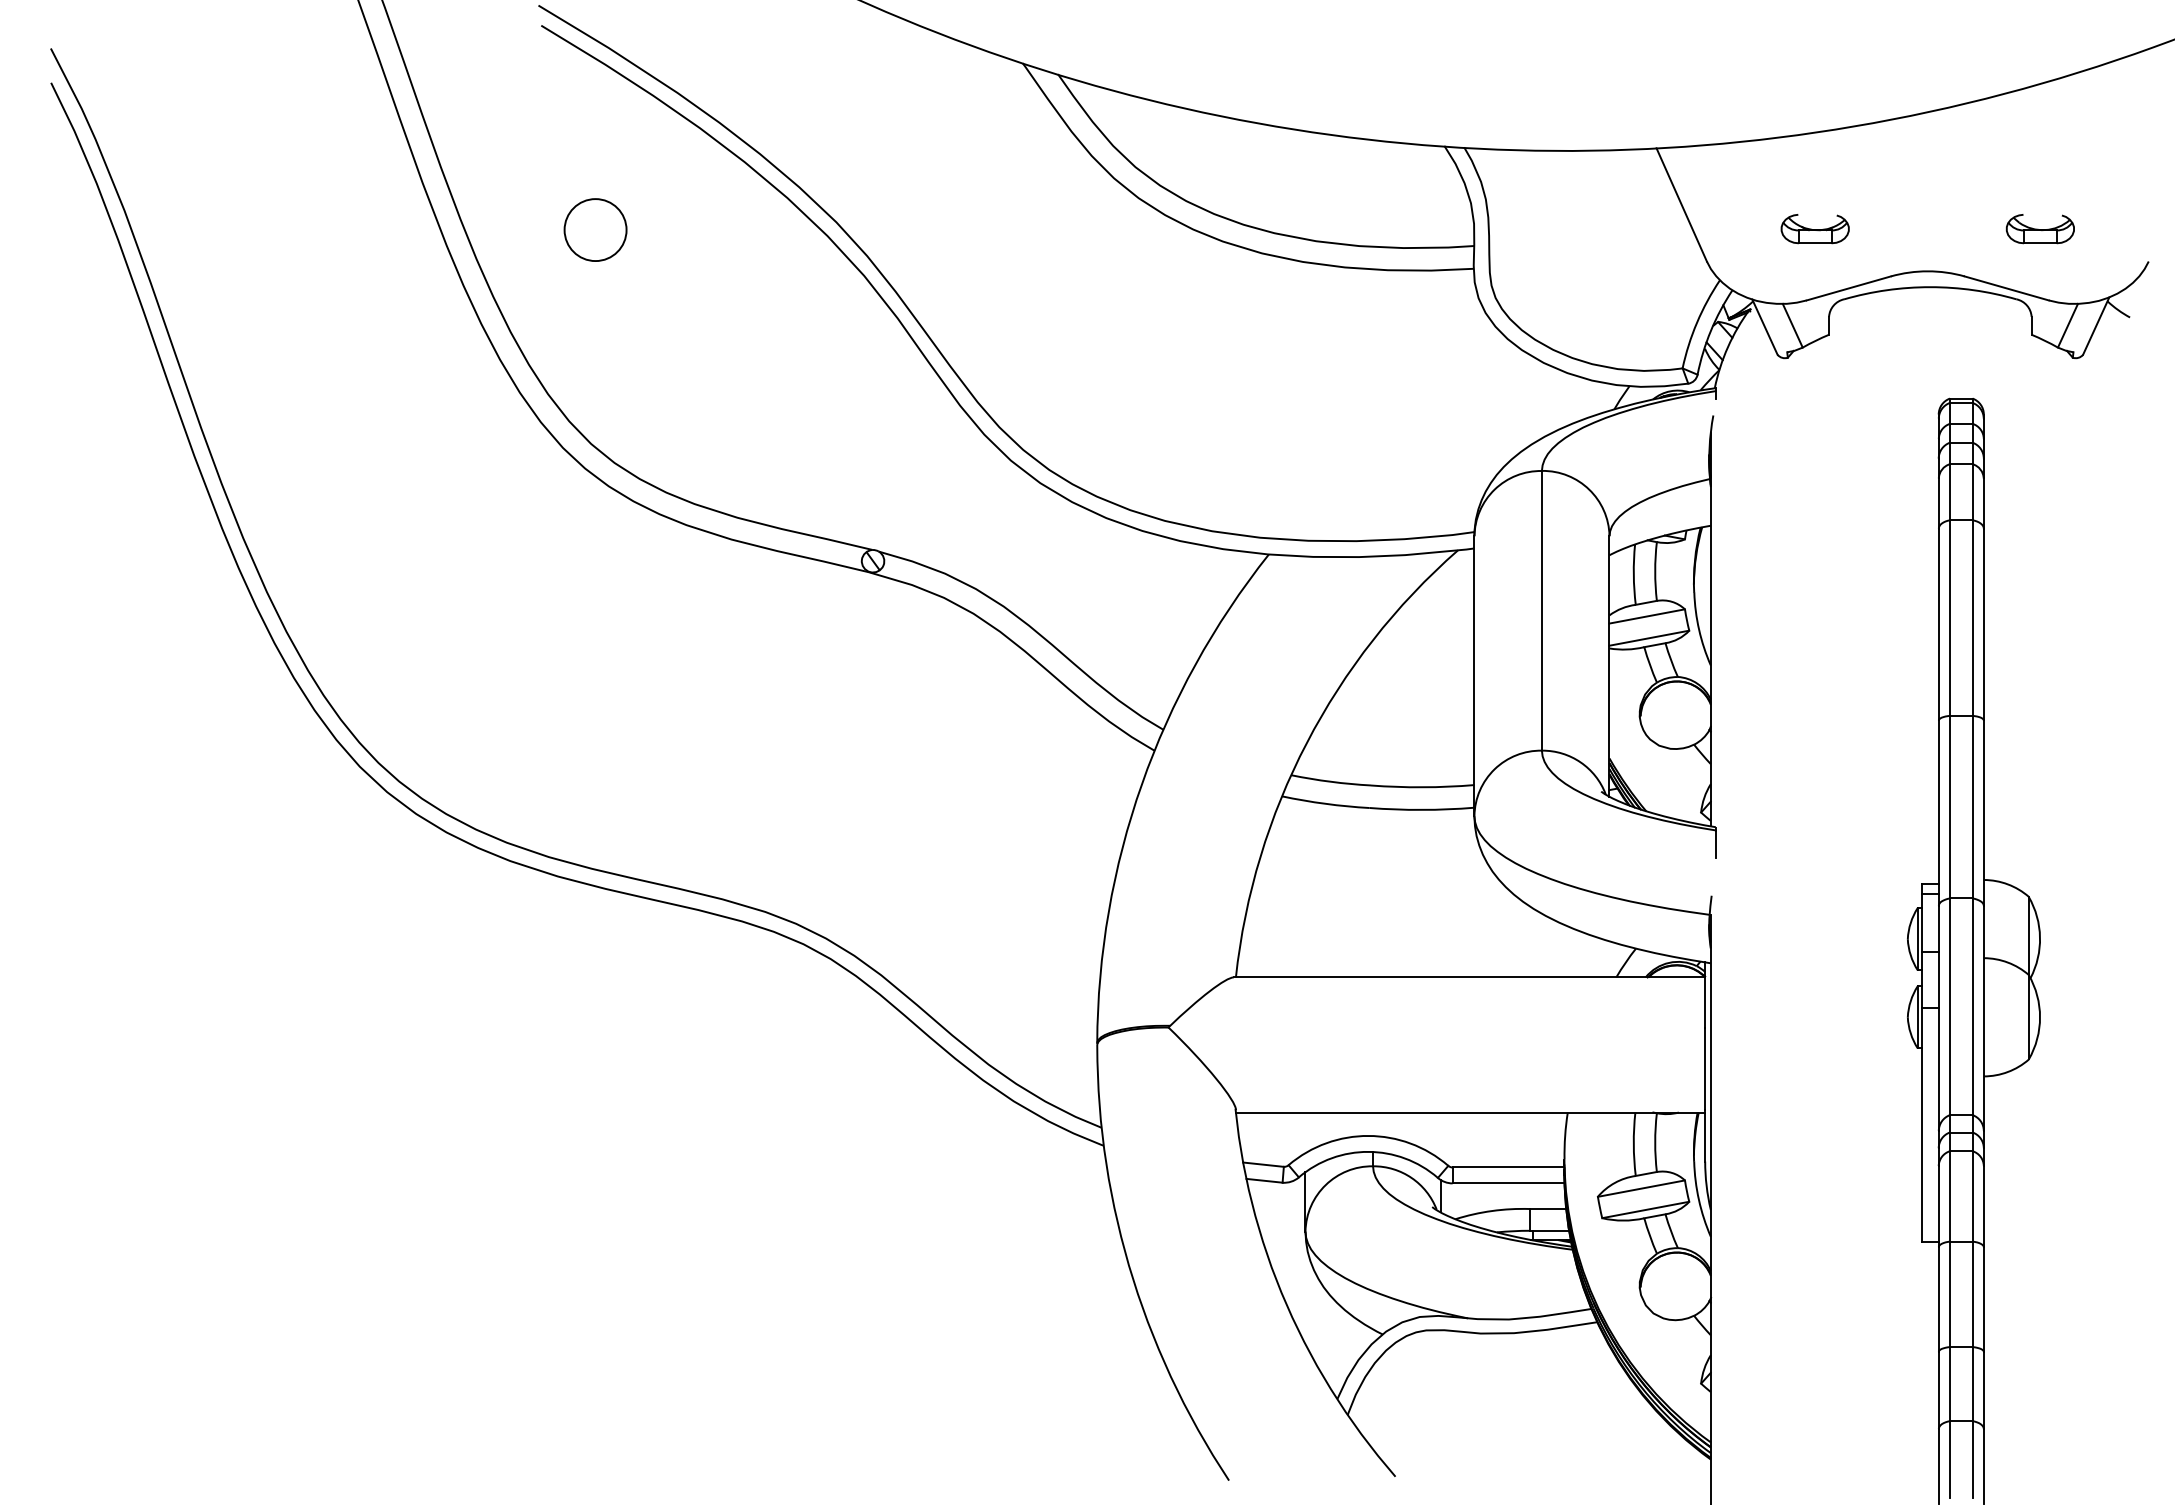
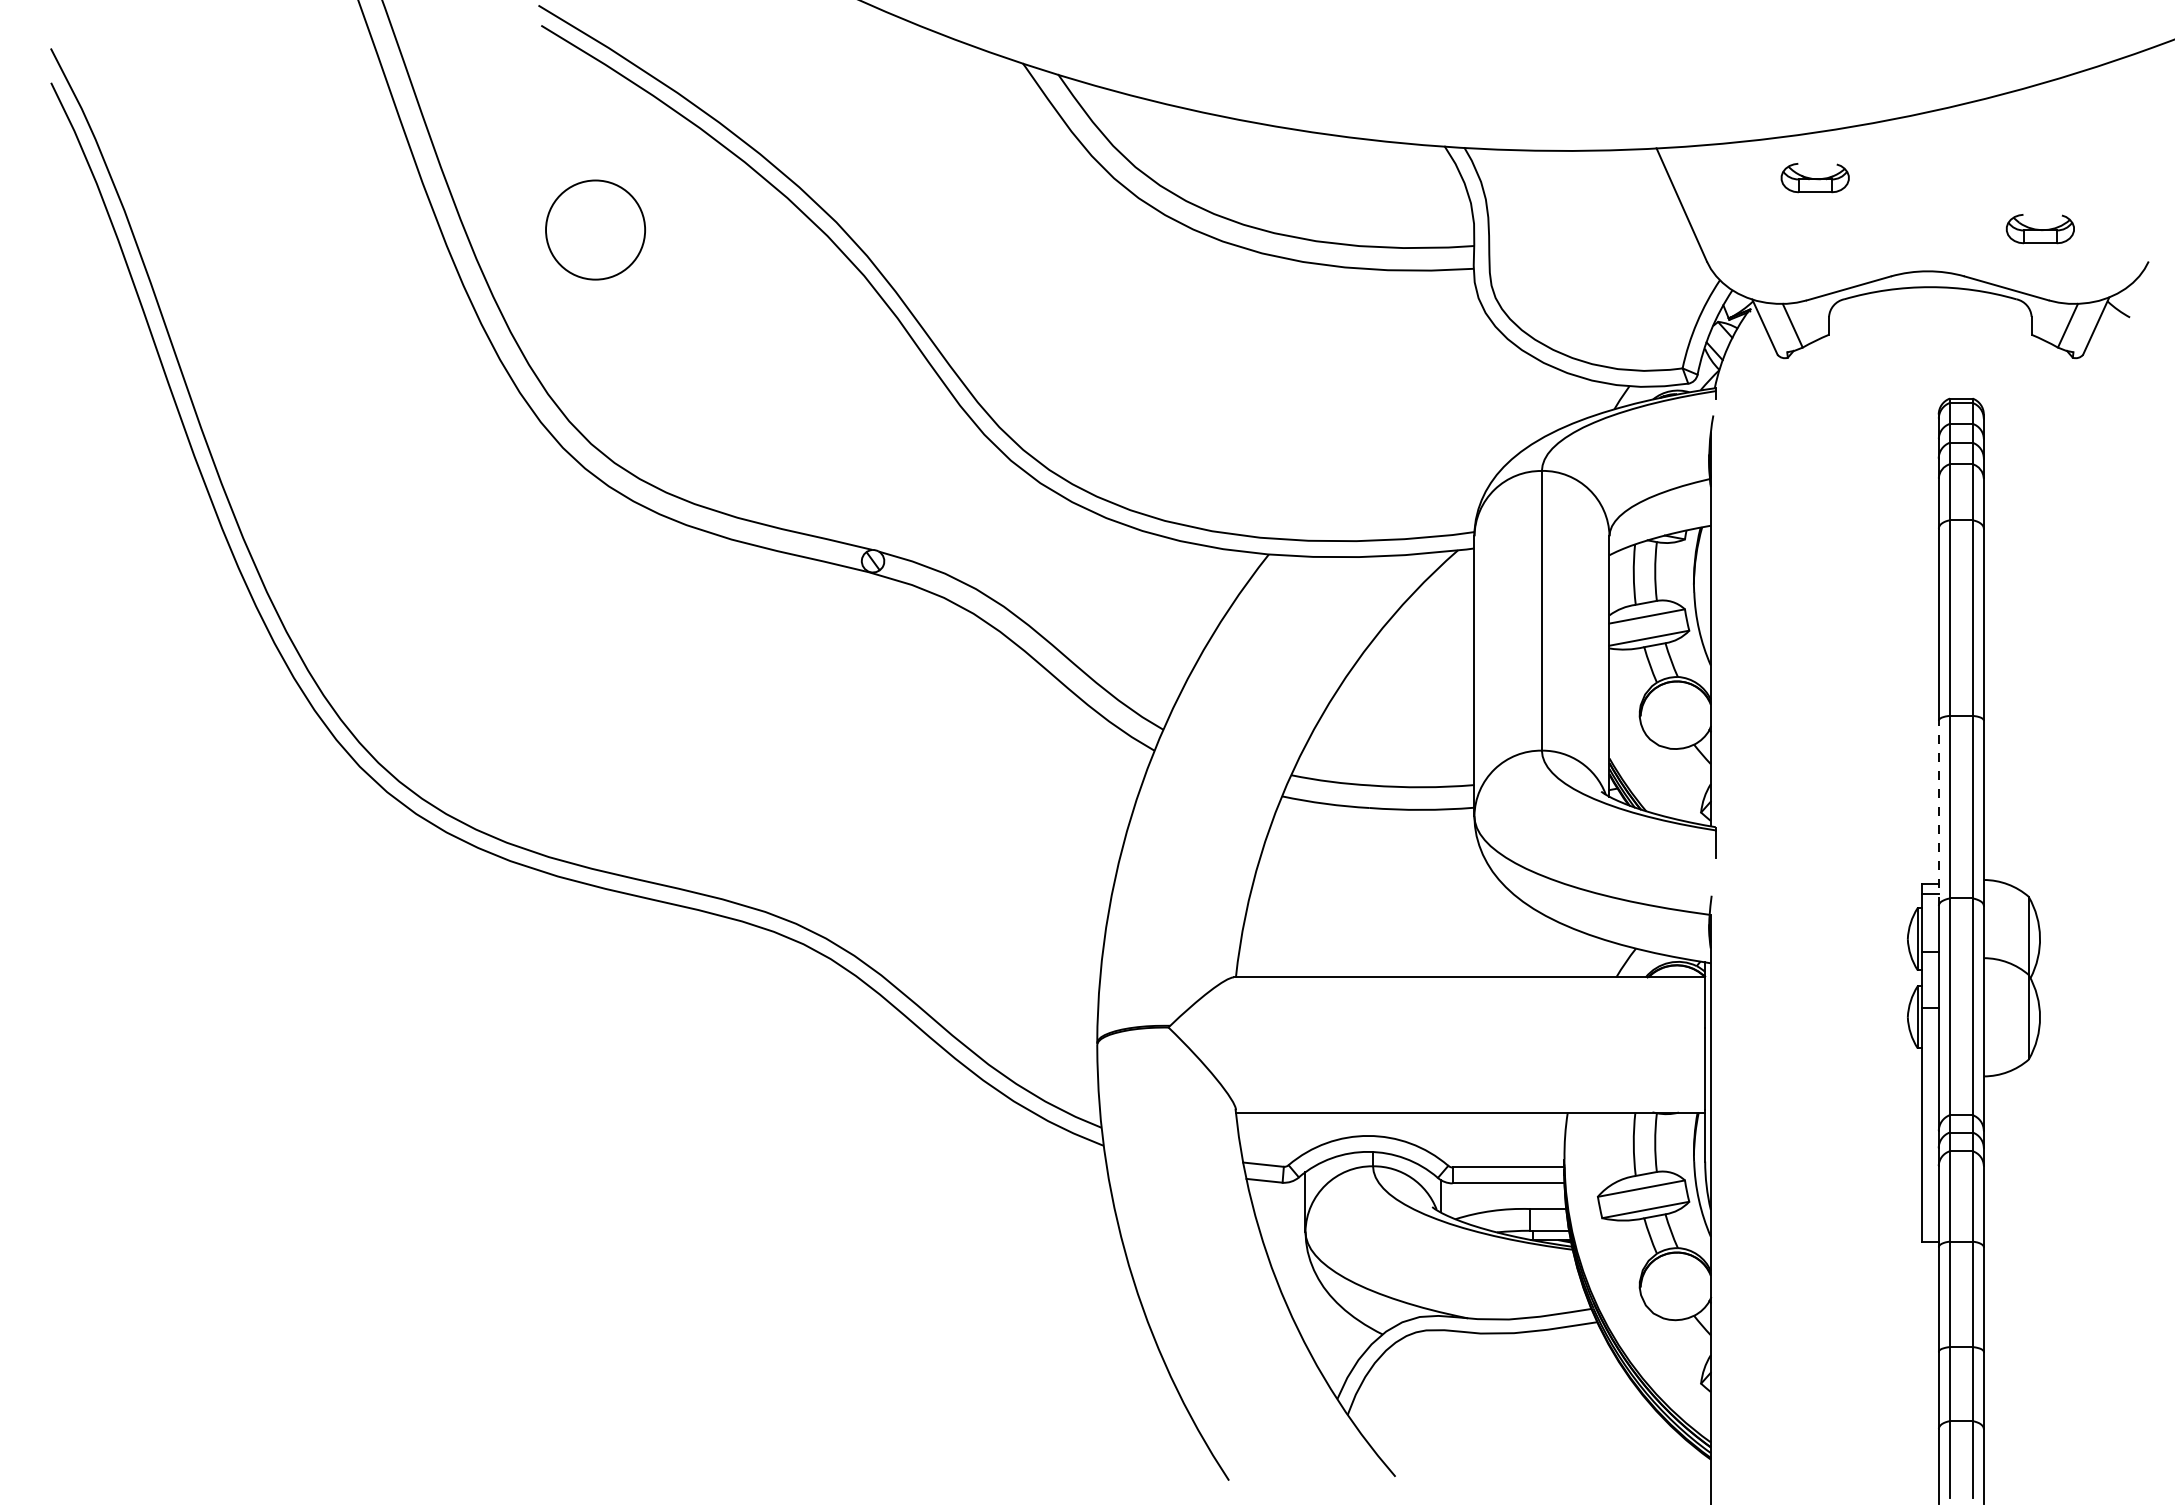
part at (1814, 229) position: (1814, 229) -> (1814, 178)
circle at (595, 230) diameter: 62 px -> 99 px
line at (1938, 813): solid -> dashed
